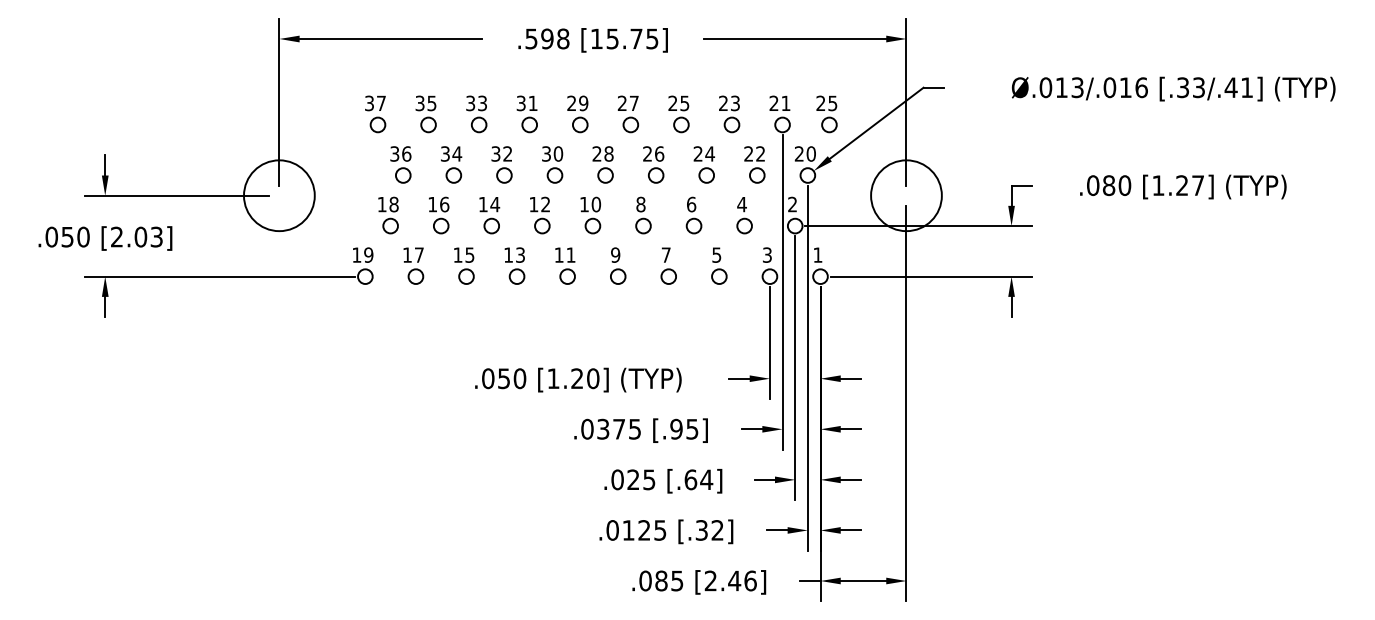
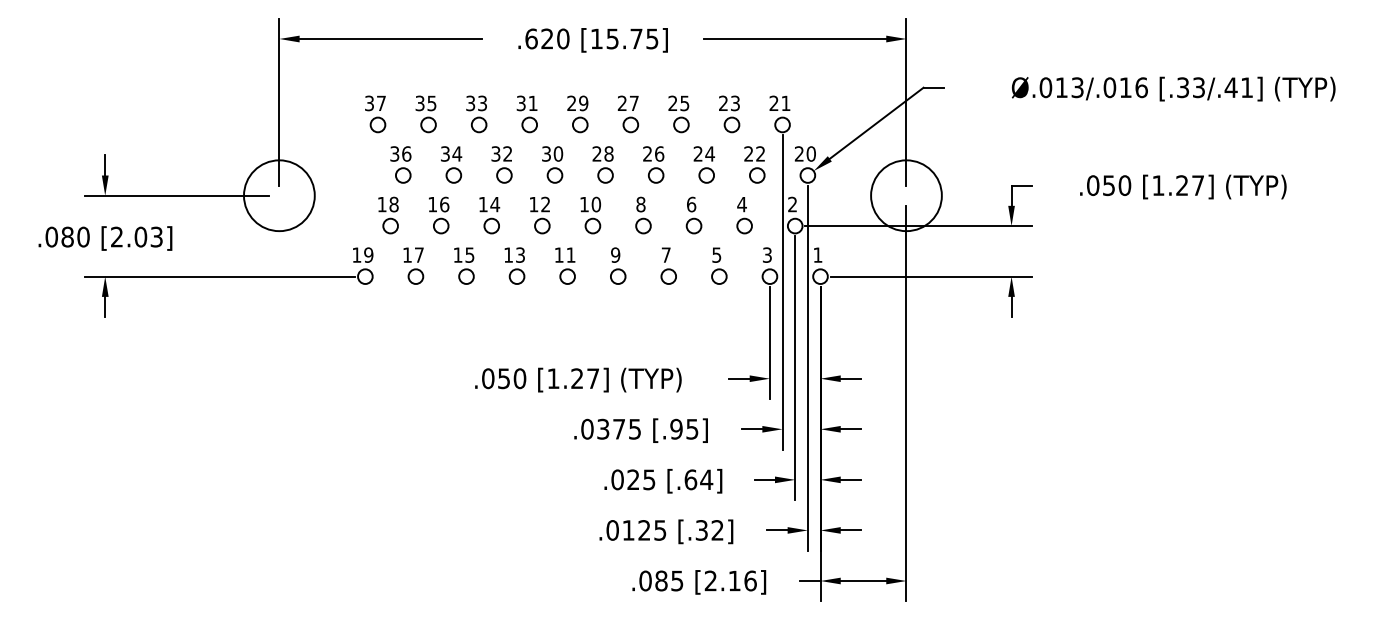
text at (547, 38): .598 -> .620
part at (826, 114): present -> none
text at (1108, 185): .080 -> .050
text at (67, 236): .050 -> .080
text at (593, 378): [1.20] -> [1.27]
text at (734, 580): [2.46] -> [2.16]
